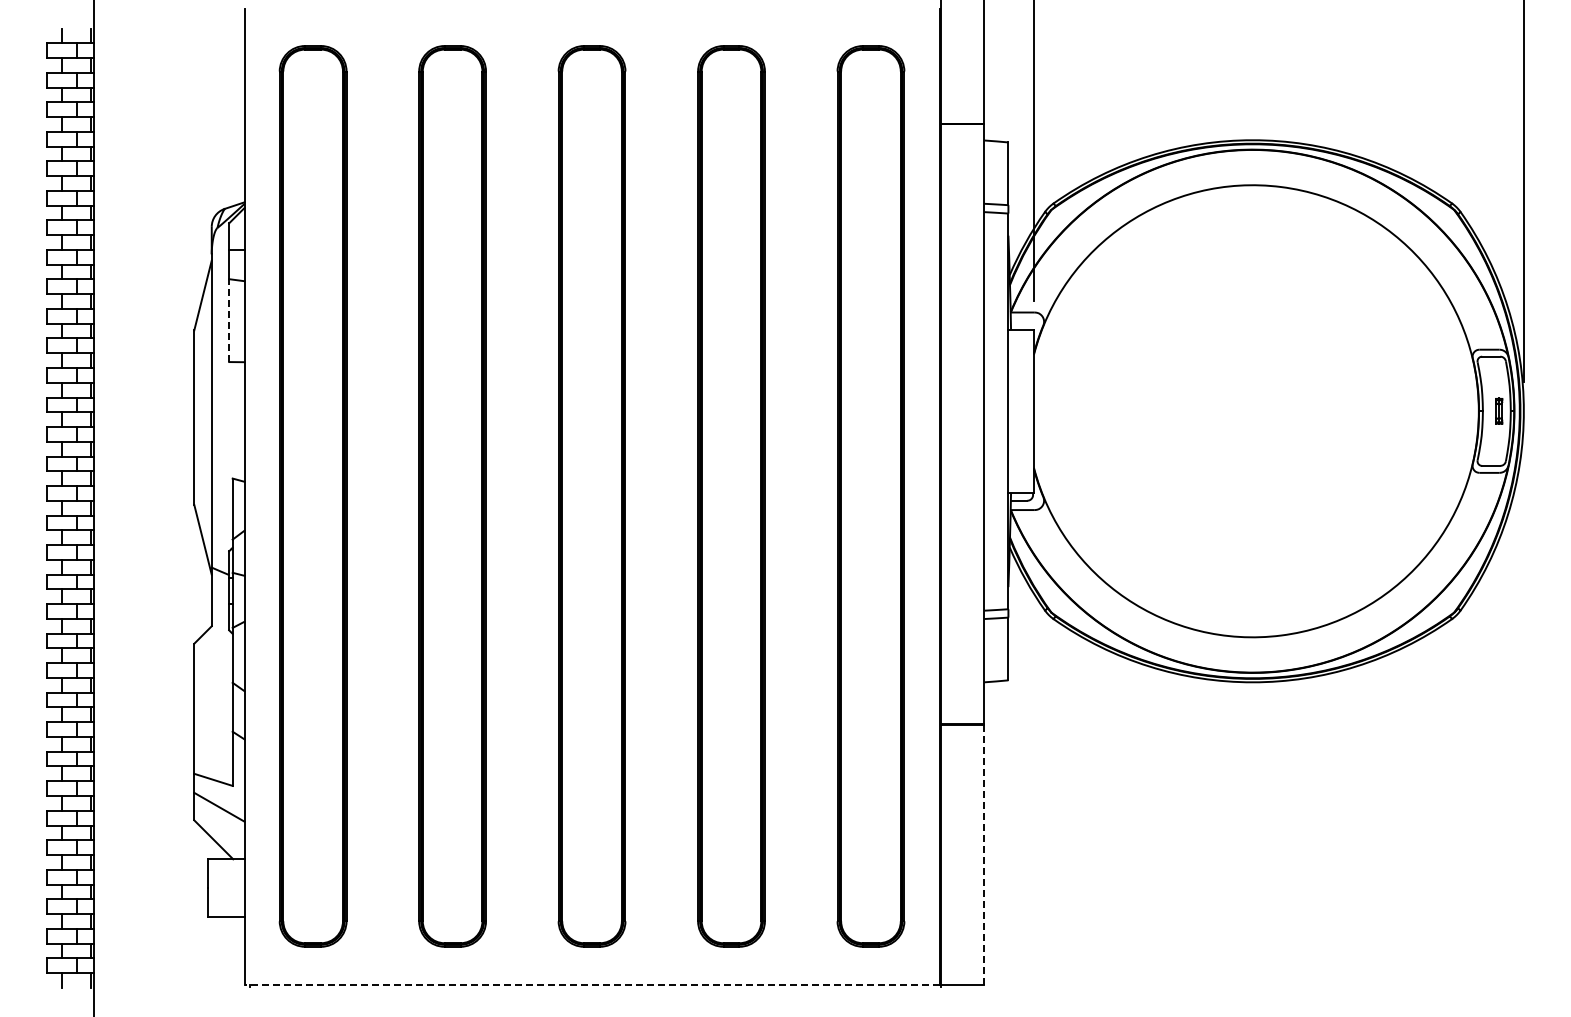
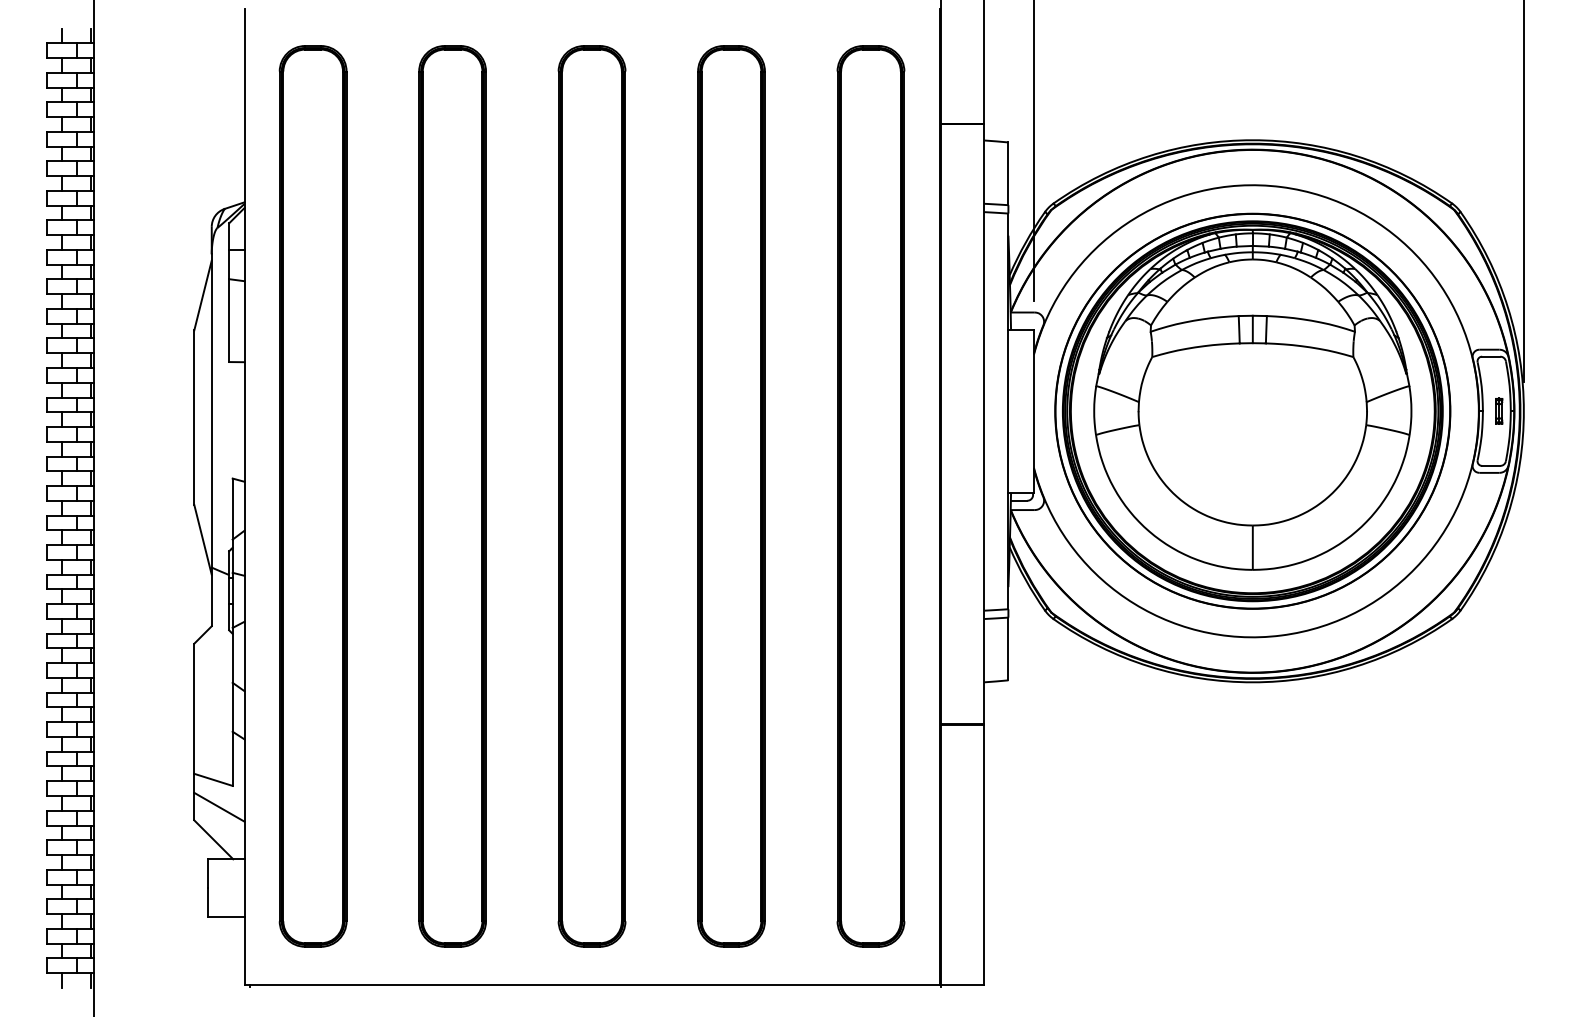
line at (229, 320): dashed -> solid
part at (1252, 410): none -> present
line at (984, 855): dashed -> solid
line at (591, 985): dashed -> solid
